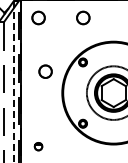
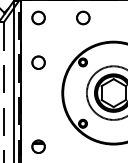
circle at (45, 71) position: (45, 71) -> (38, 62)
line at (13, 82): dashed -> solid
part at (38, 146) size: 11x10 px -> 15x15 px
